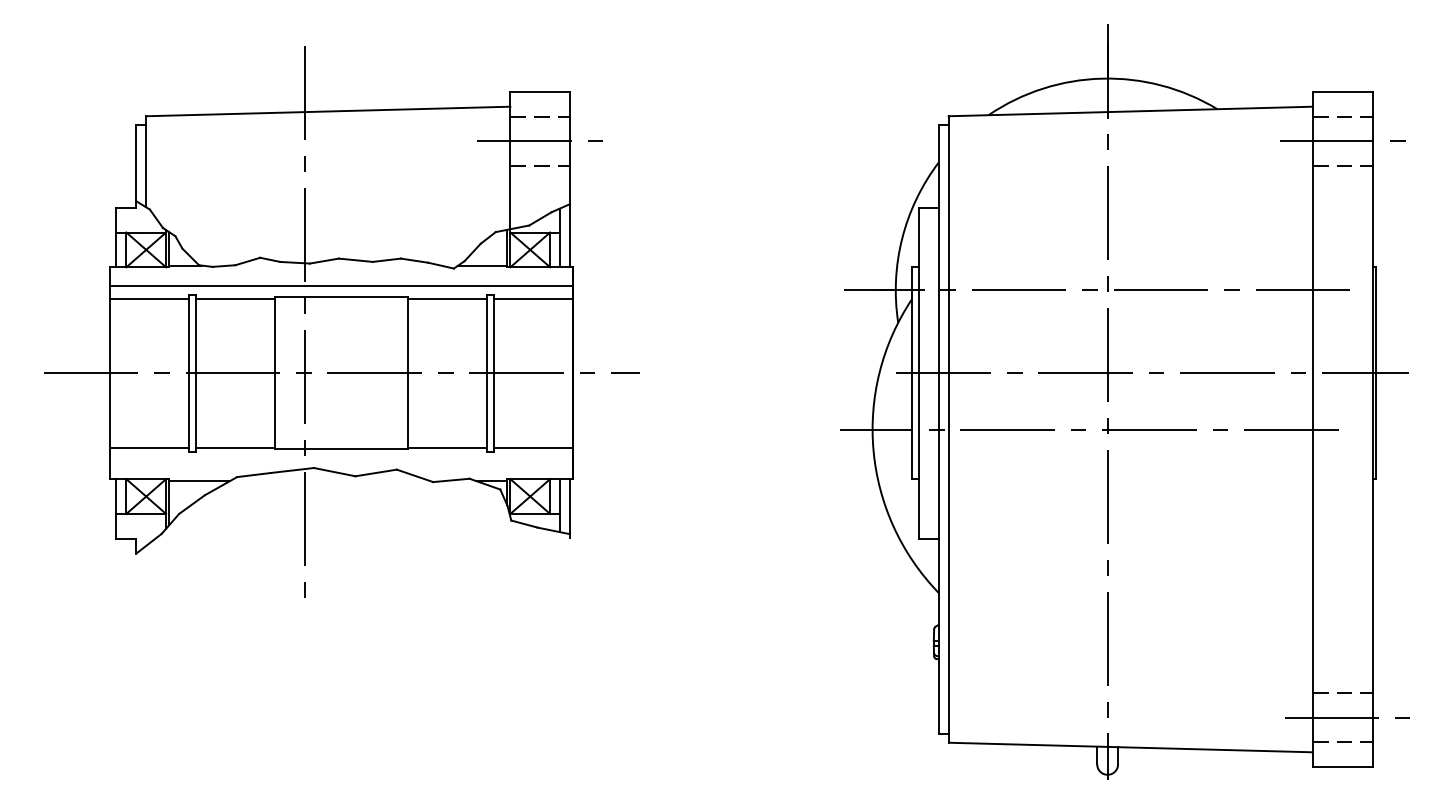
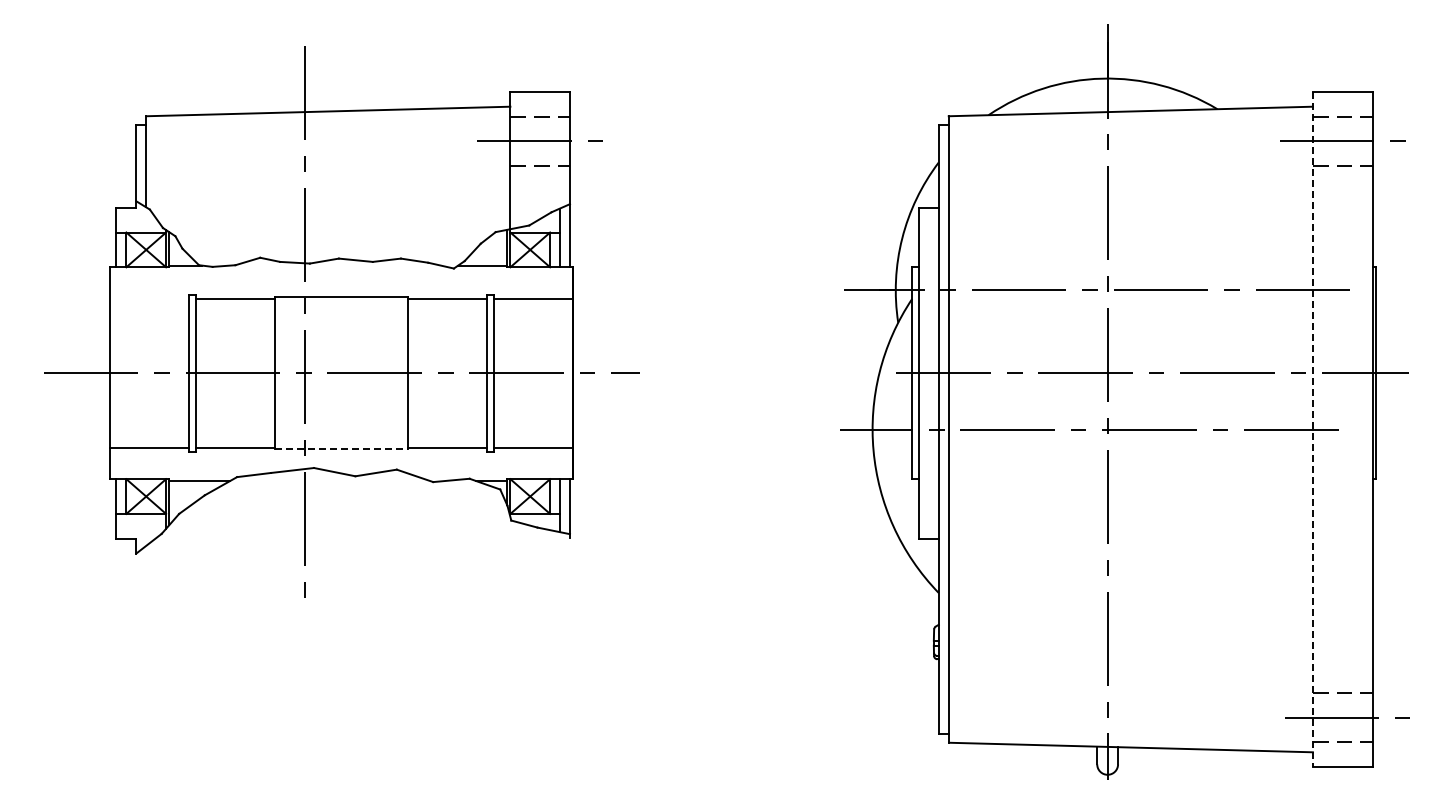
line at (341, 286): present -> none
line at (149, 298): present -> none
line at (1312, 429): solid -> dashed
line at (342, 449): solid -> dashed
